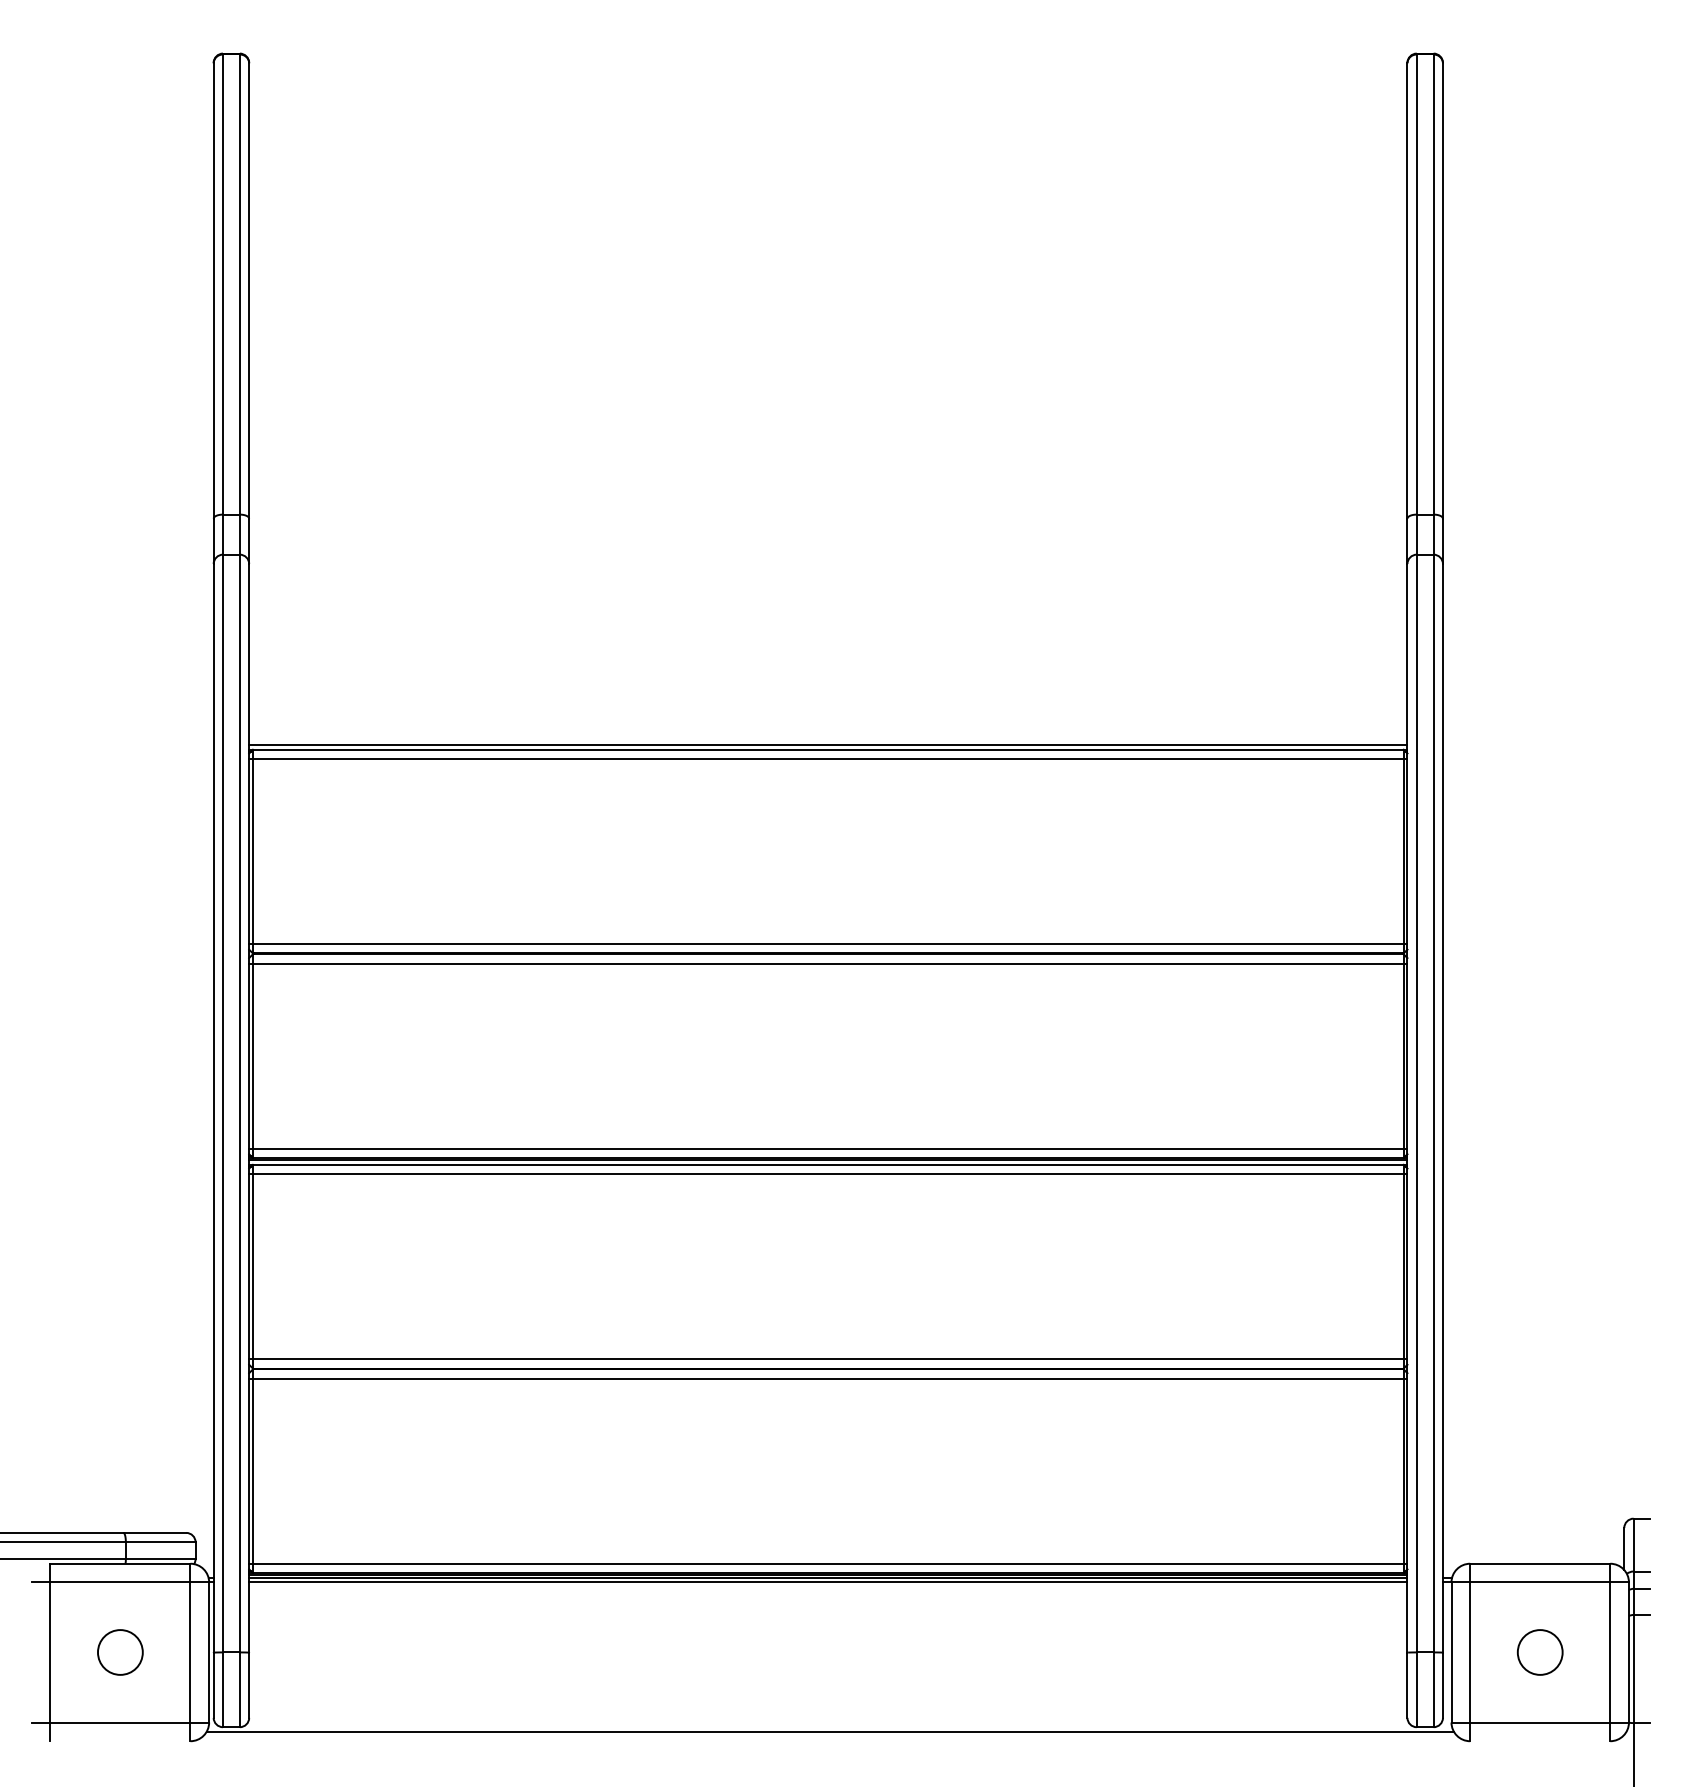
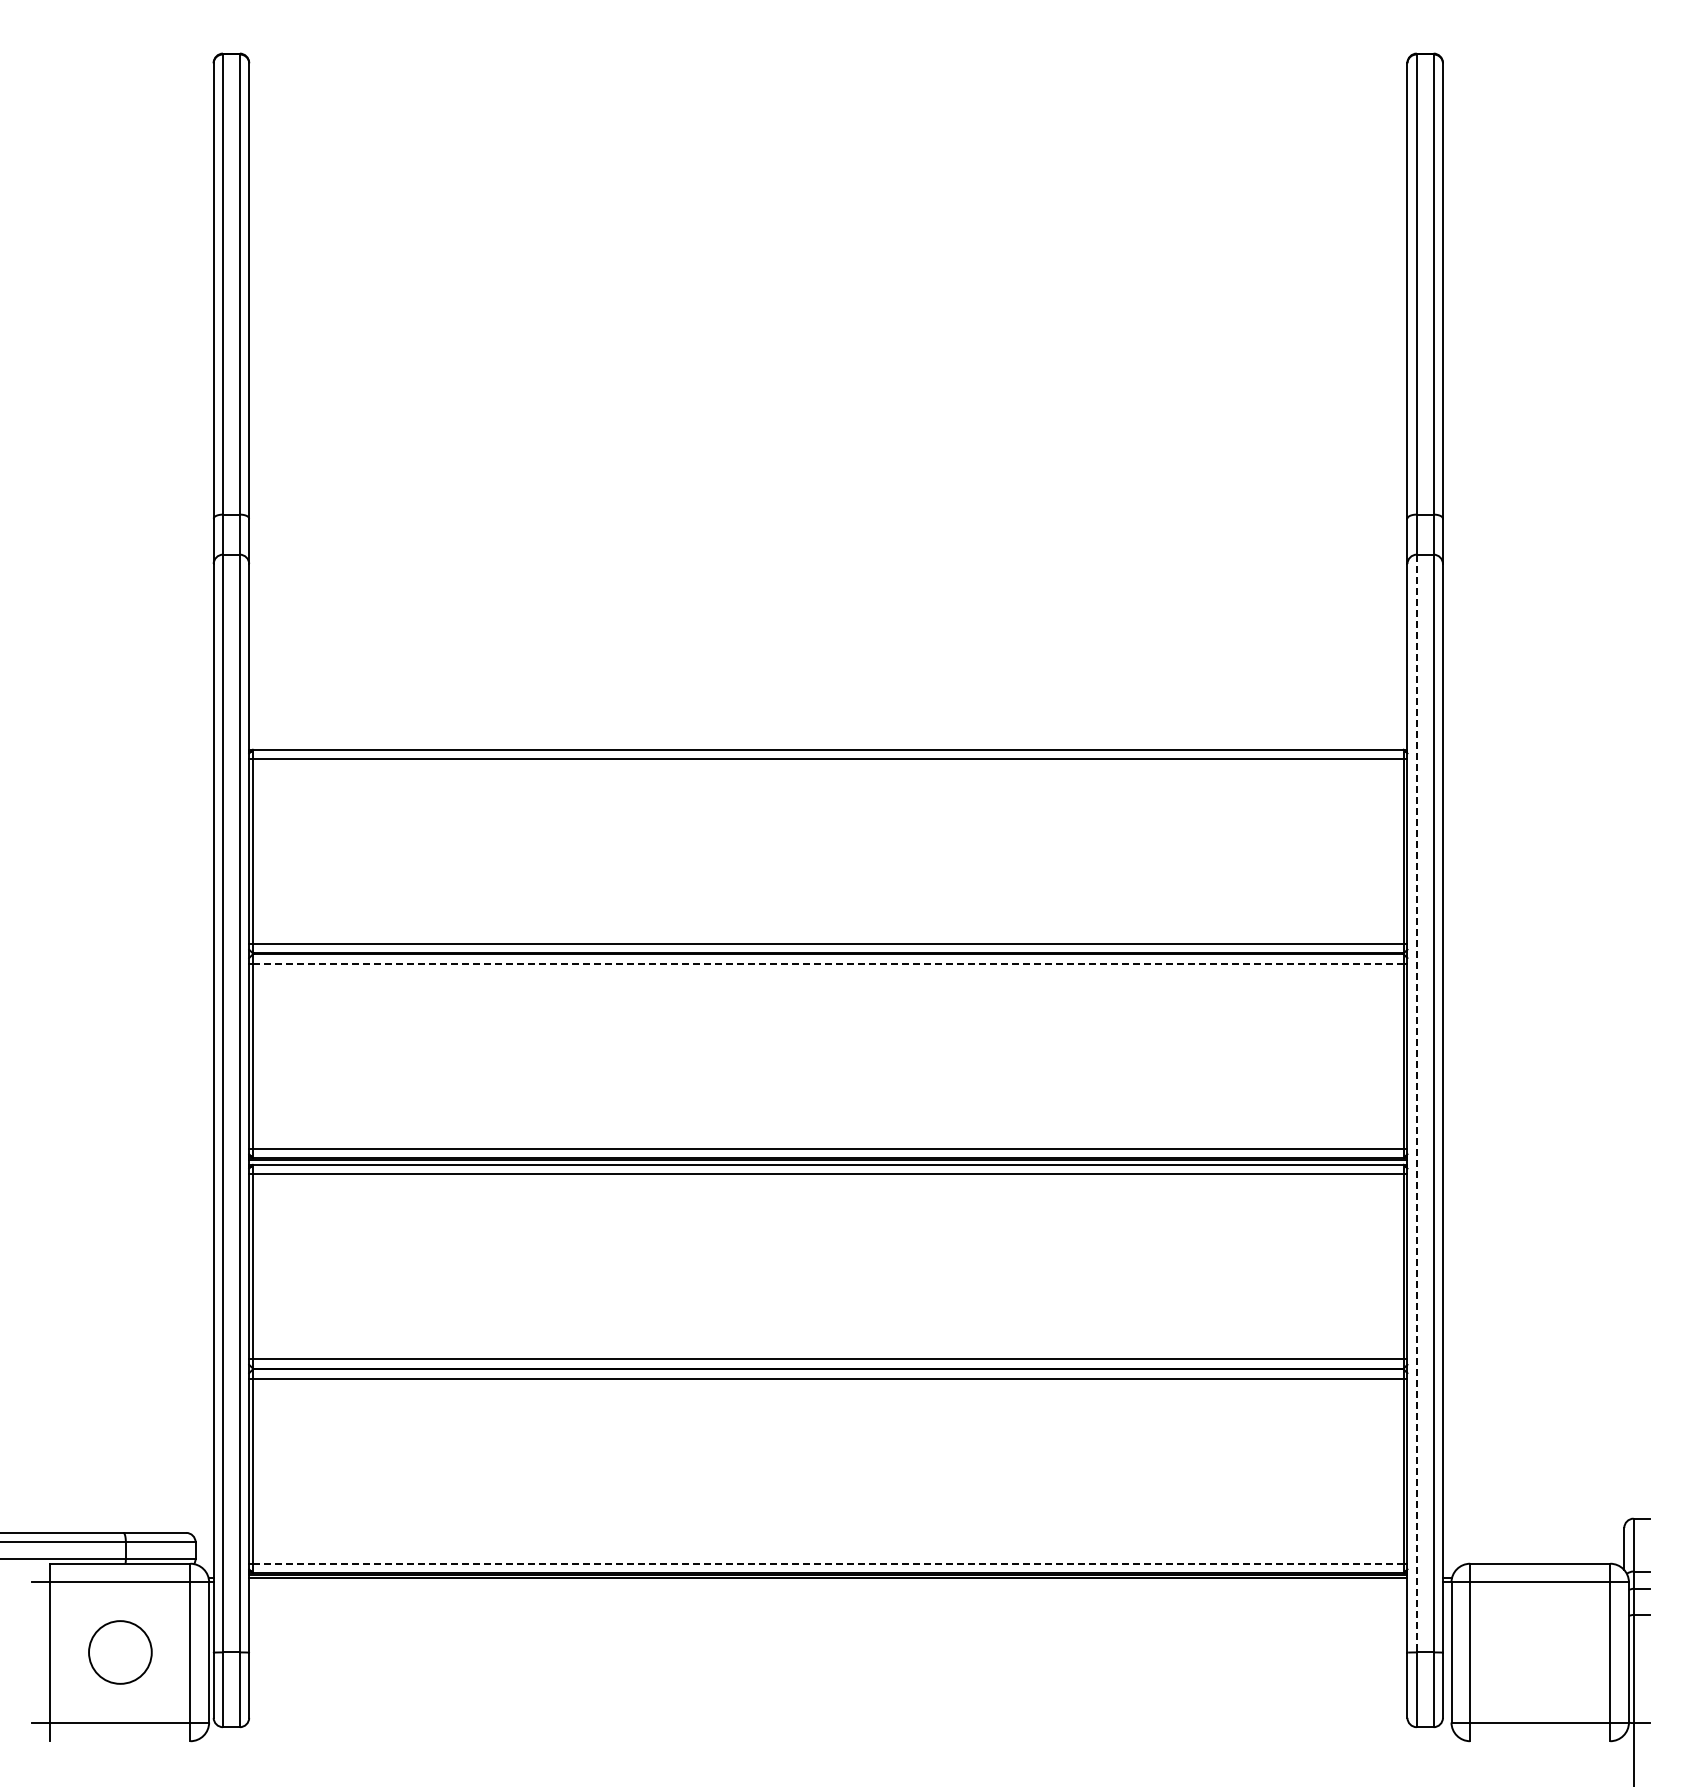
line at (828, 745): present -> none
line at (827, 963): solid -> dashed
line at (1416, 1103): solid -> dashed
line at (827, 1563): solid -> dashed
line at (828, 1582): present -> none
circle at (120, 1652) diameter: 45 px -> 63 px
circle at (1539, 1652): present -> none
line at (829, 1731): present -> none
